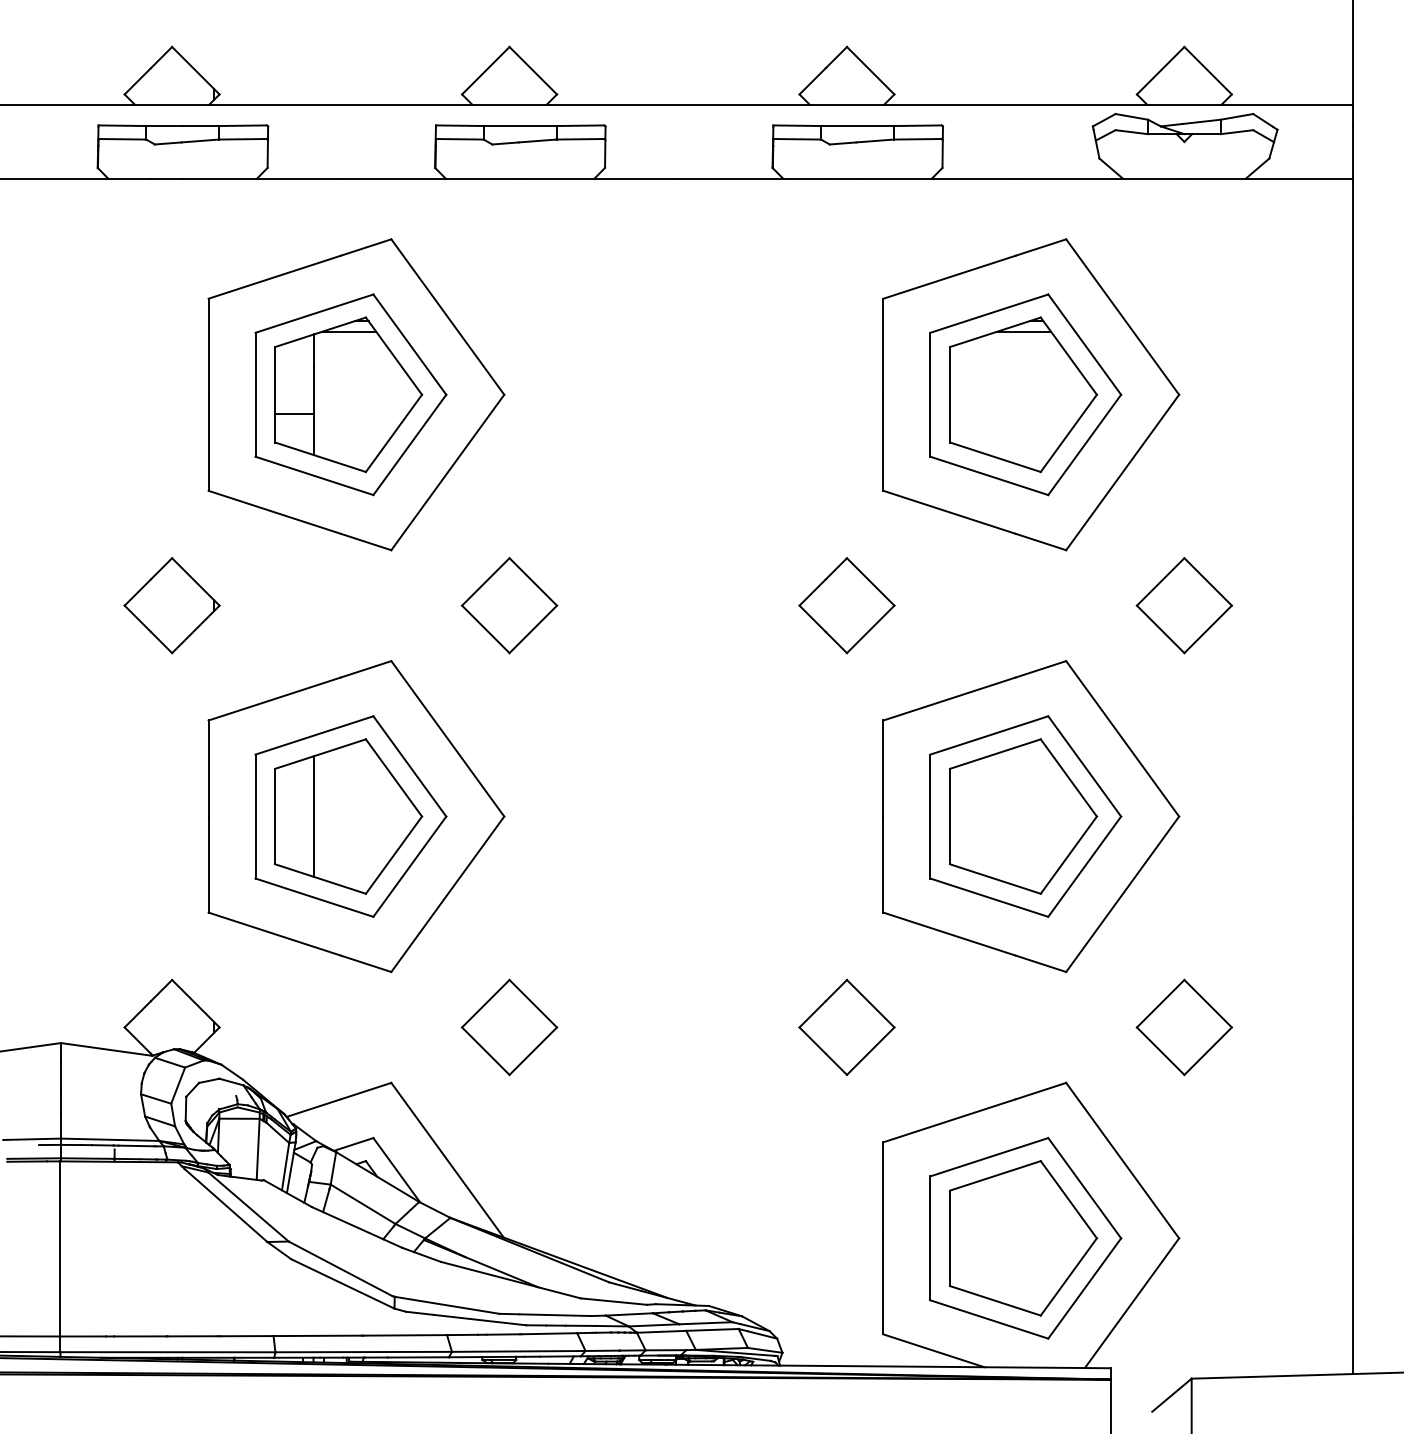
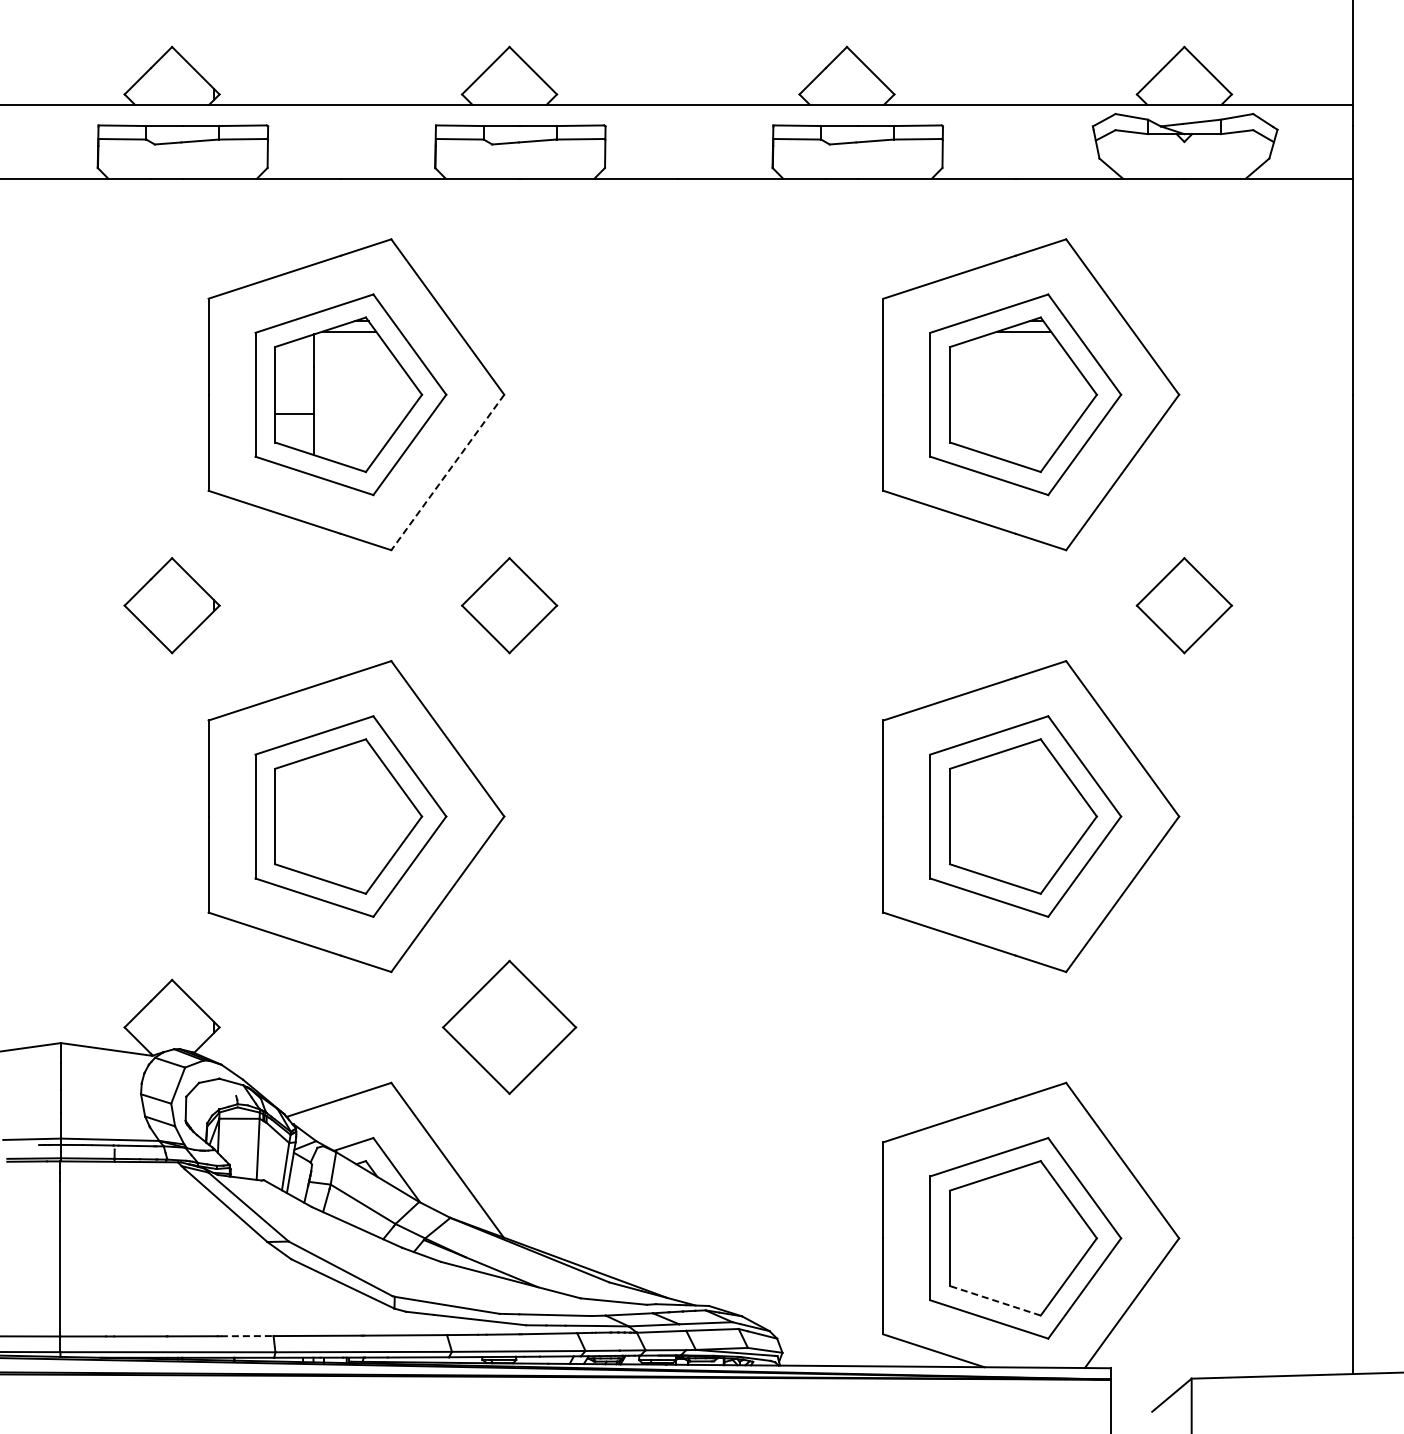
line at (447, 472): solid -> dashed
part at (846, 605): present -> none
line at (314, 816): present -> none
part at (846, 1026): present -> none
part at (509, 1027) size: 99x99 px -> 136x136 px
part at (1183, 1027): present -> none
line at (995, 1300): solid -> dashed
line at (247, 1336): solid -> dashed
